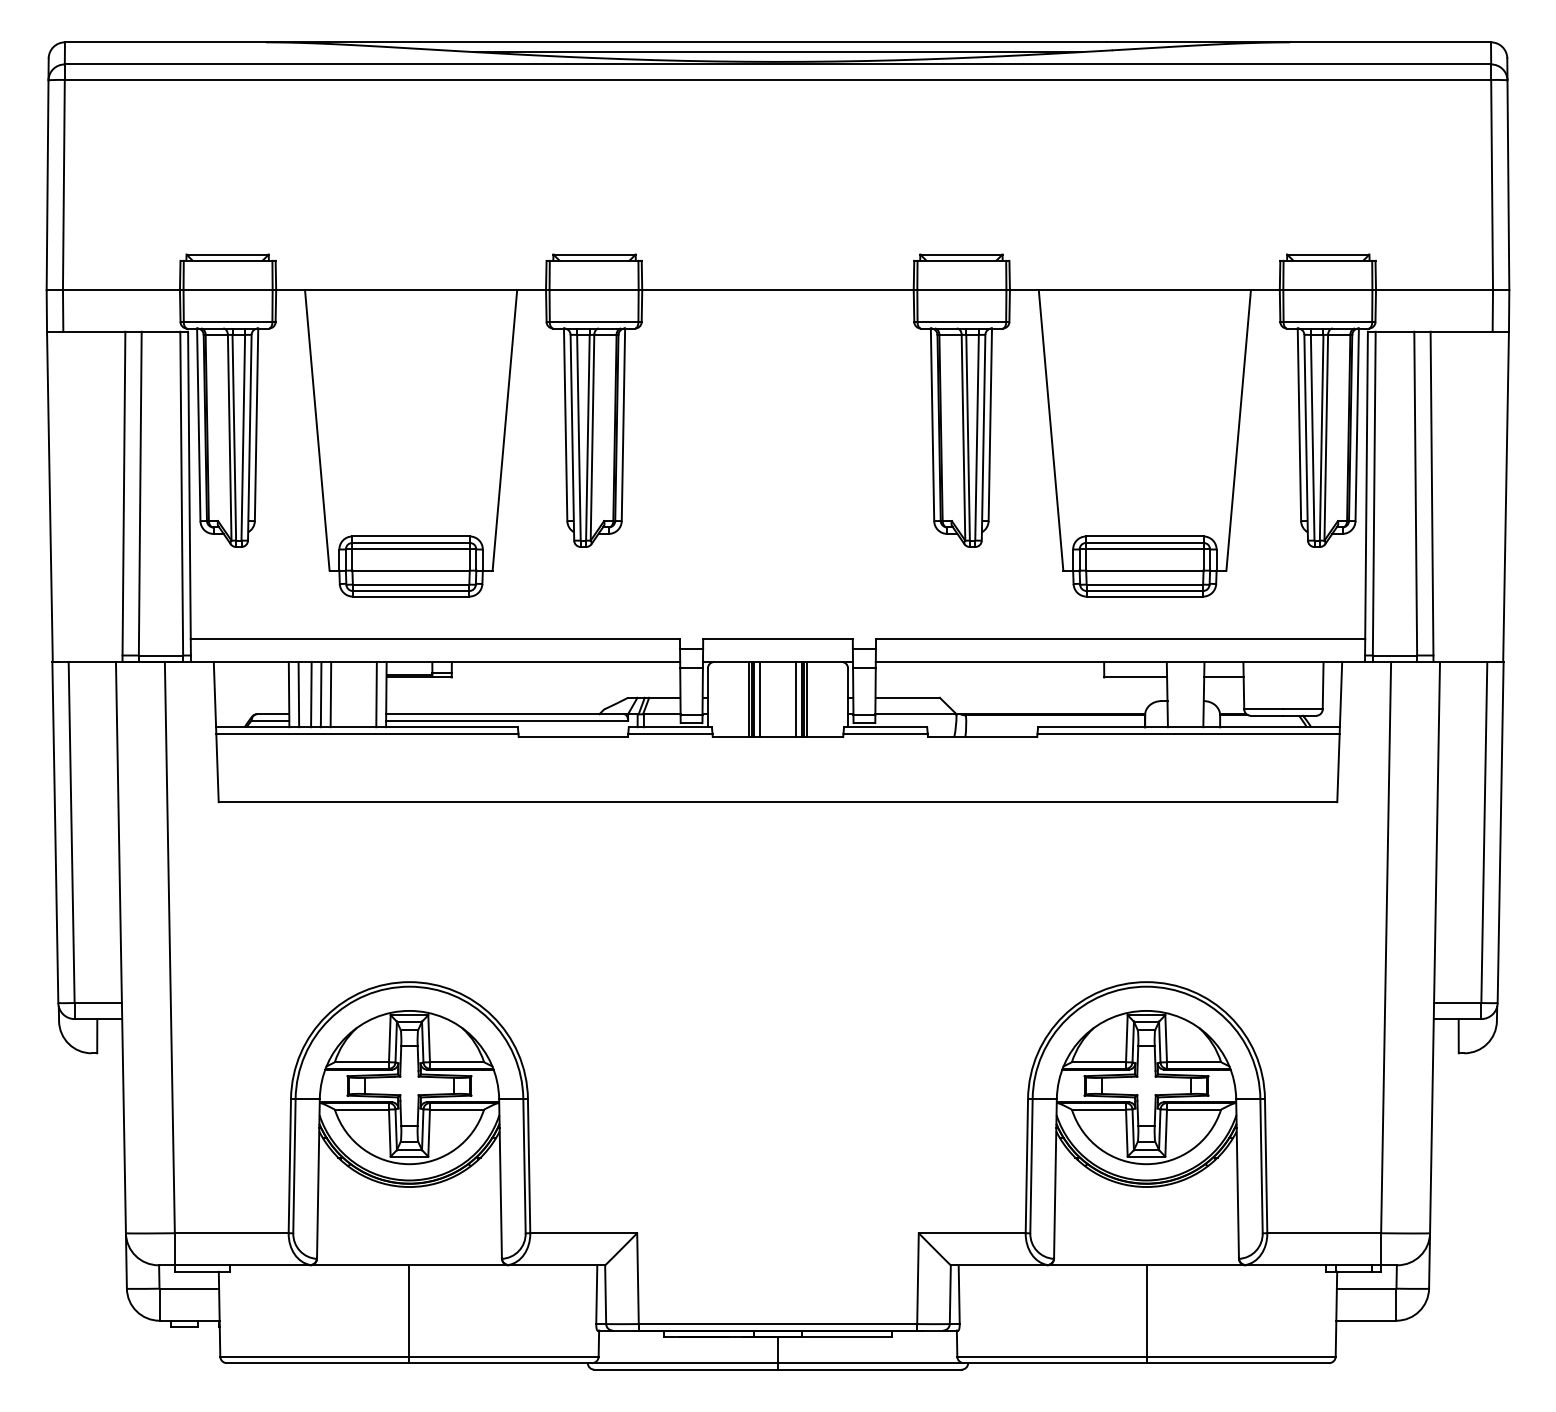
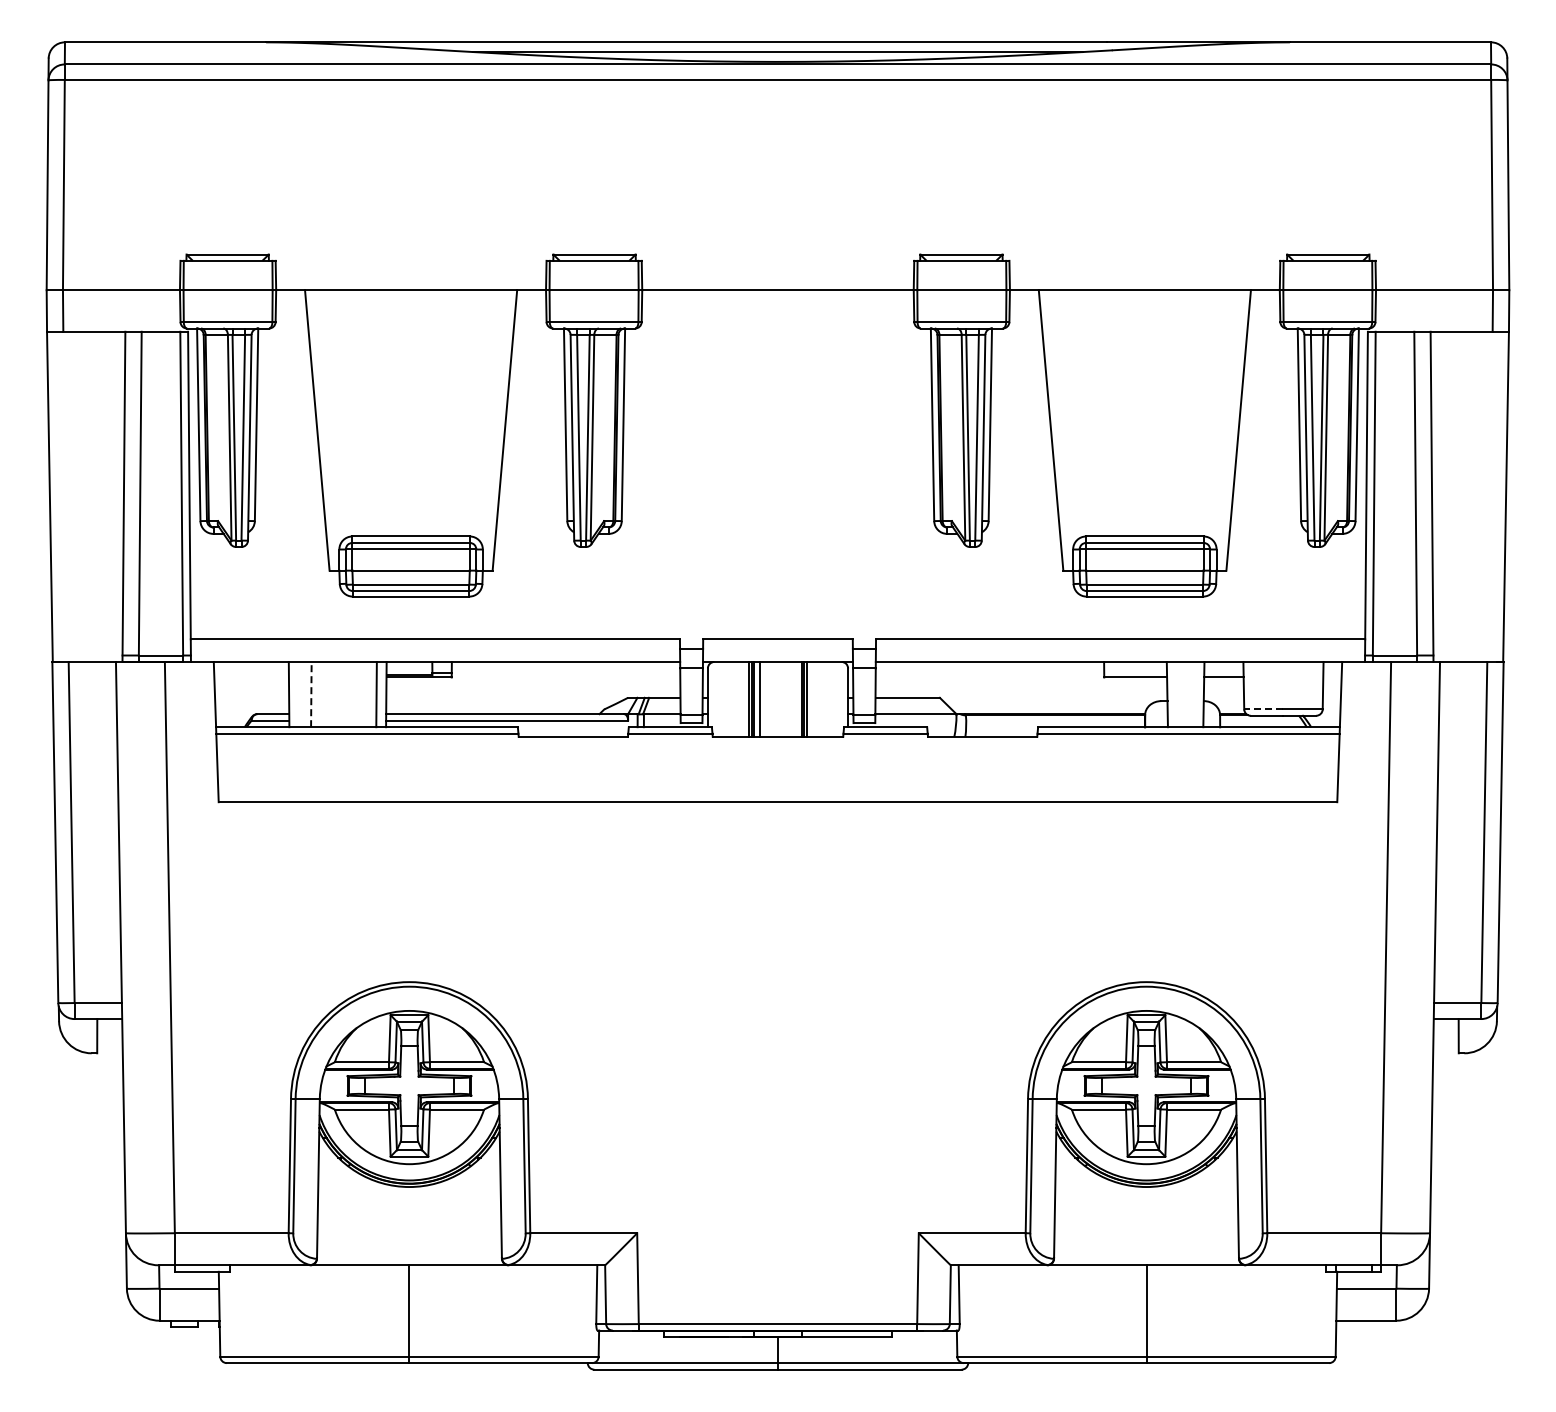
line at (298, 694): present -> none
line at (311, 694): solid -> dashed
line at (320, 694): present -> none
line at (330, 694): present -> none
line at (796, 698): present -> none
line at (1263, 709): solid -> dashed
